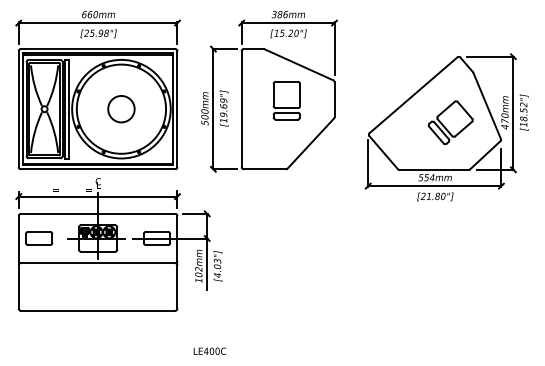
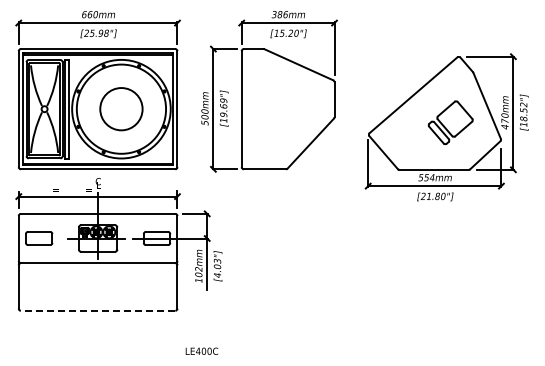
part at (286, 100): present -> none
circle at (121, 108) diameter: 26 px -> 42 px
line at (97, 310): solid -> dashed
text at (209, 350) position: (209, 350) -> (201, 350)
